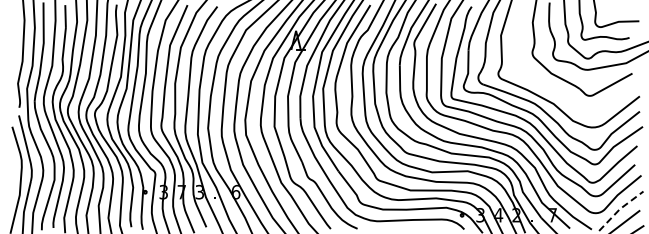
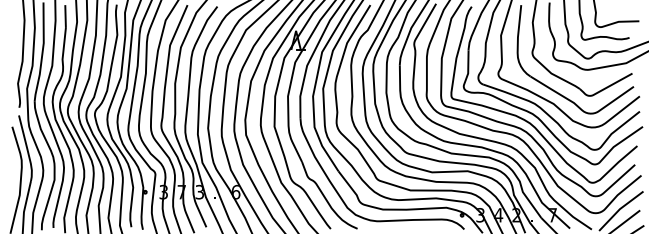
part at (557, 91): none -> present
line at (619, 209): dashed -> solid
